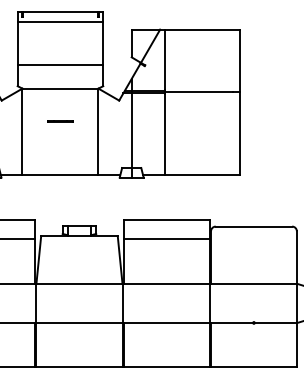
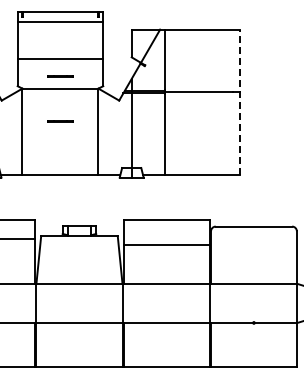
line at (60, 64) position: (60, 64) -> (60, 58)
line at (60, 76): none -> present
line at (240, 102): solid -> dashed
line at (166, 238) position: (166, 238) -> (166, 244)
